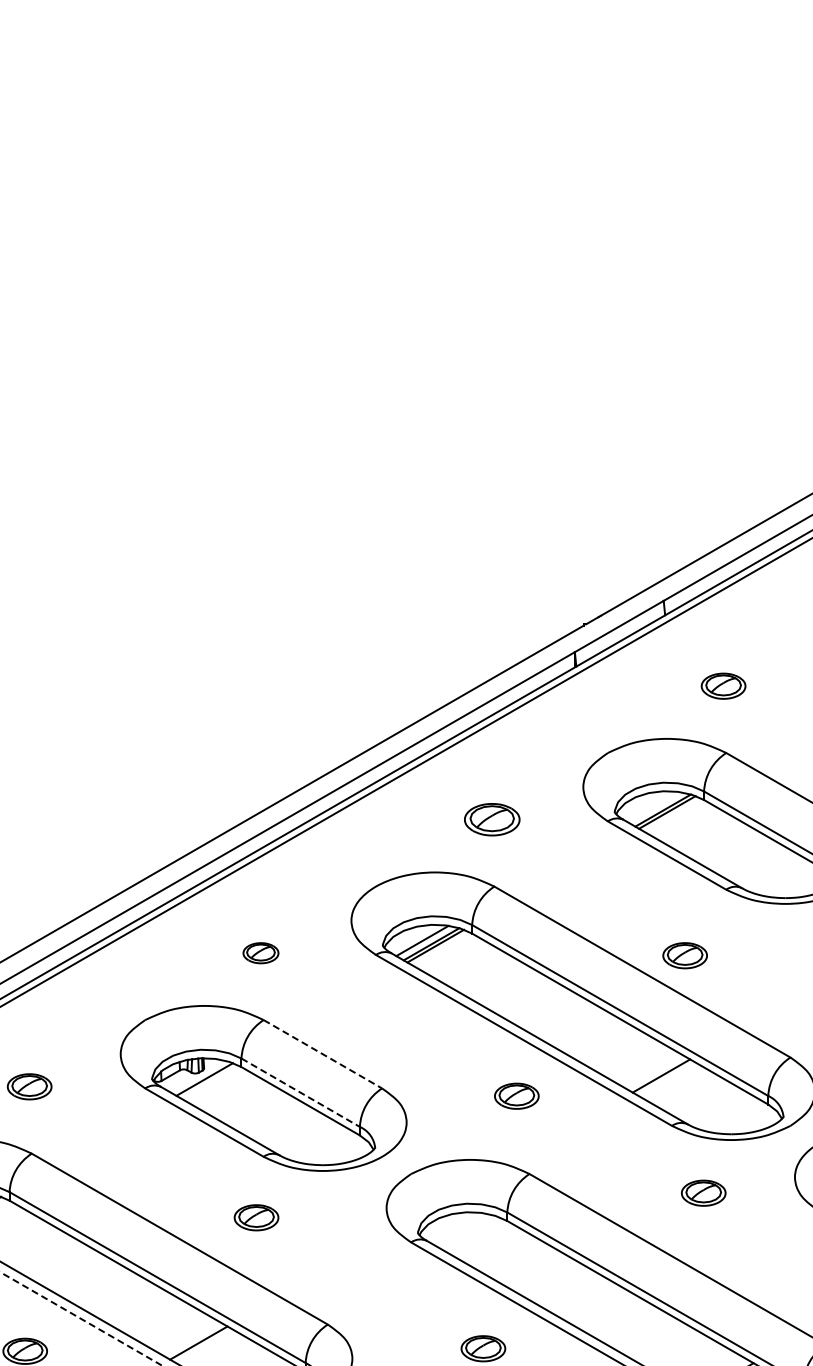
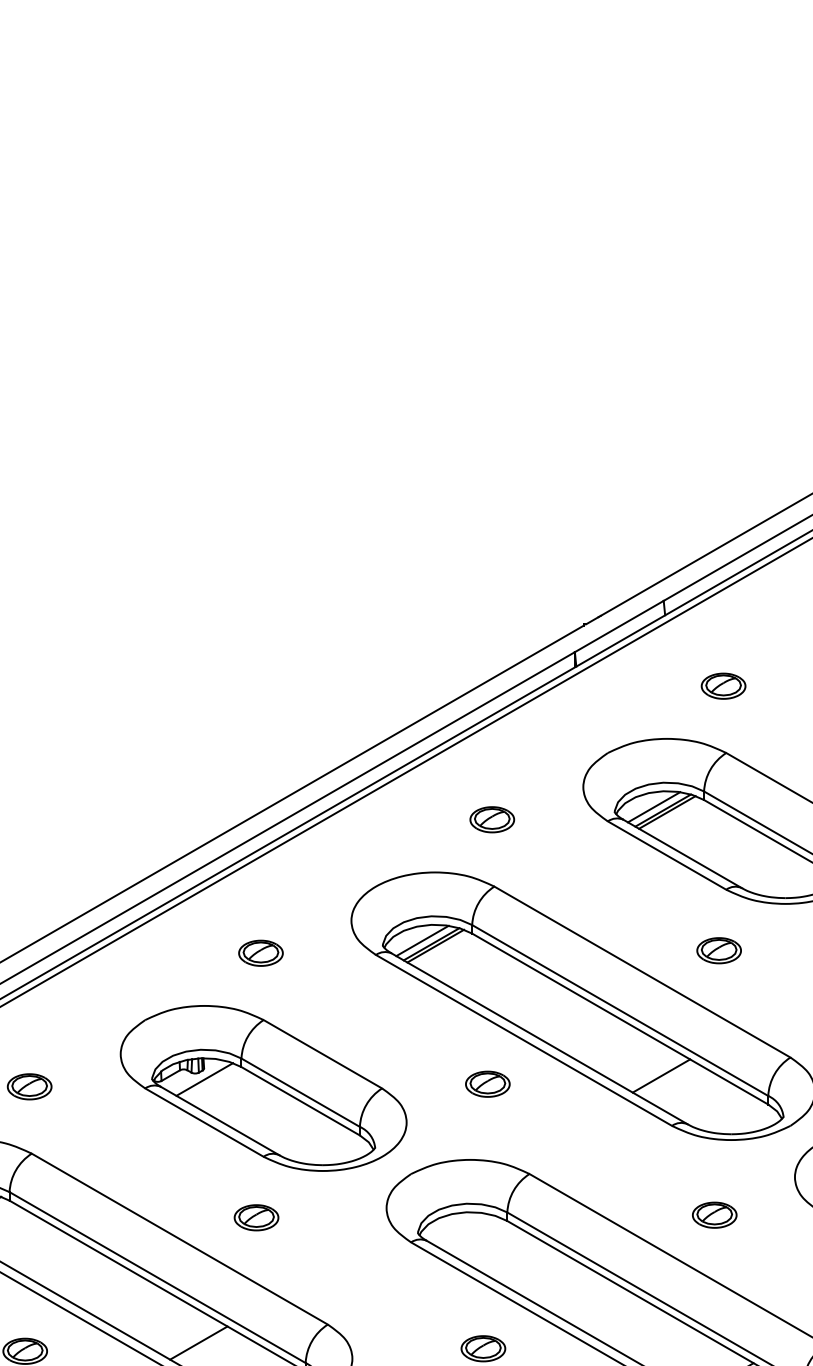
line at (653, 807): none -> present
part at (492, 819) size: 57x34 px -> 47x28 px
part at (260, 953) size: 38x23 px -> 46x28 px
part at (684, 955) position: (684, 955) -> (718, 950)
line at (323, 1054): dashed -> solid
line at (301, 1092): dashed -> solid
part at (516, 1095) position: (516, 1095) -> (487, 1083)
part at (703, 1192) position: (703, 1192) -> (714, 1214)
line at (81, 1319): dashed -> solid
